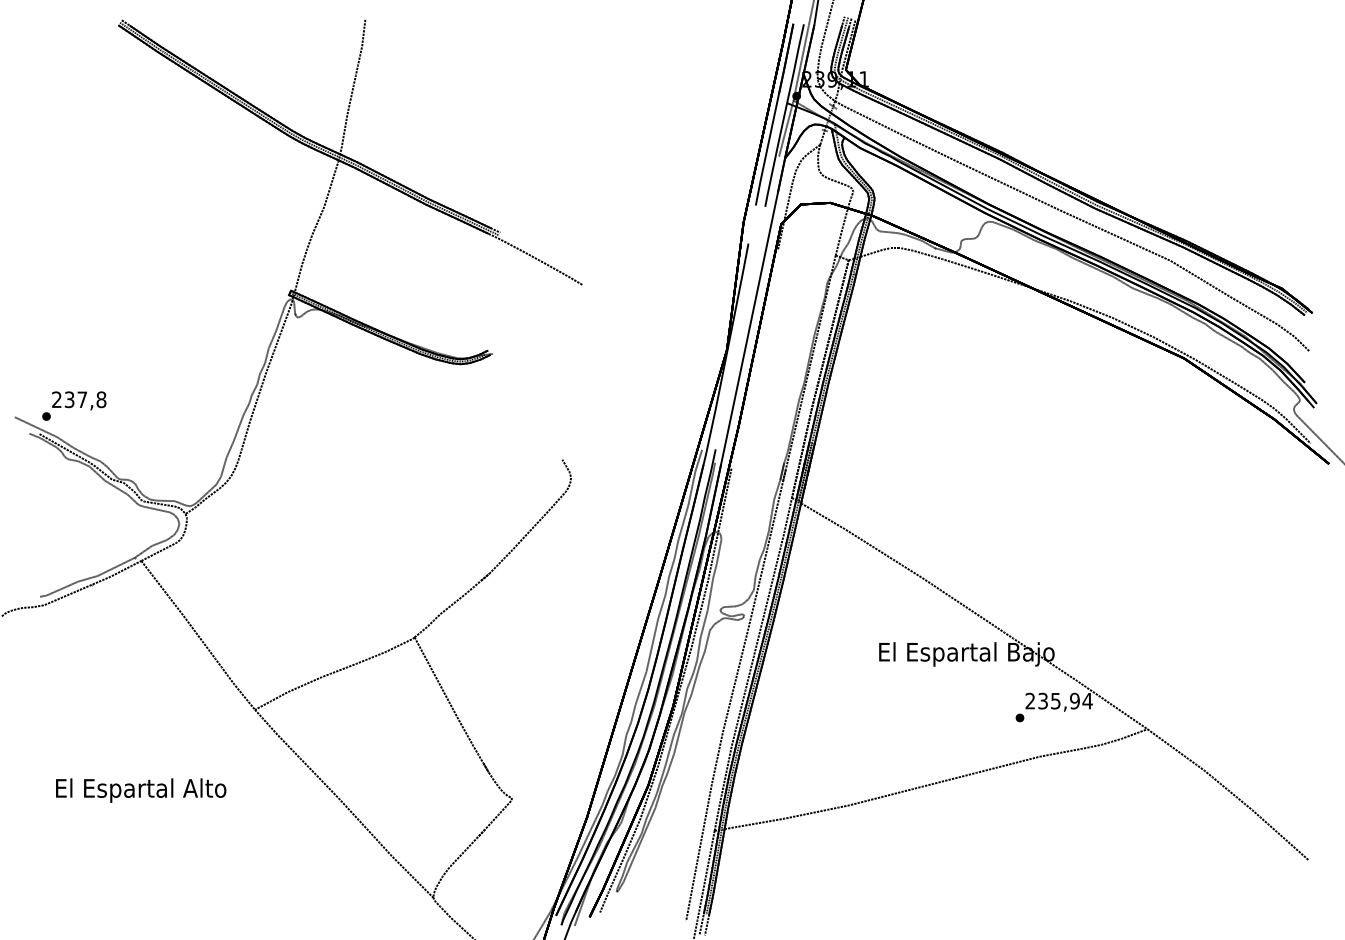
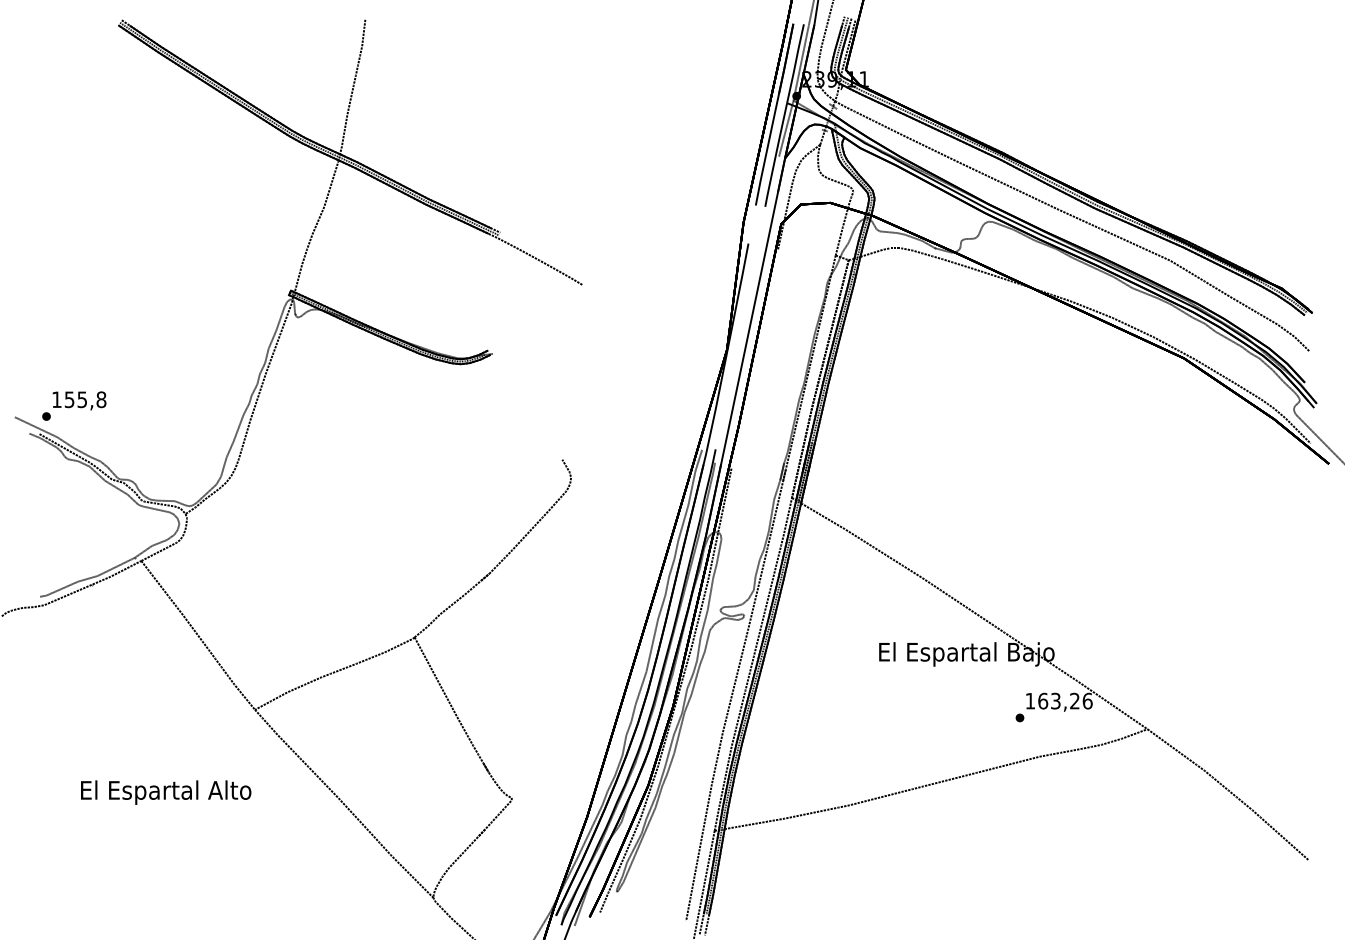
text at (69, 399): 237,8 -> 155,8
text at (1058, 700): 235,94 -> 163,26
text at (141, 790) position: (141, 790) -> (166, 792)
